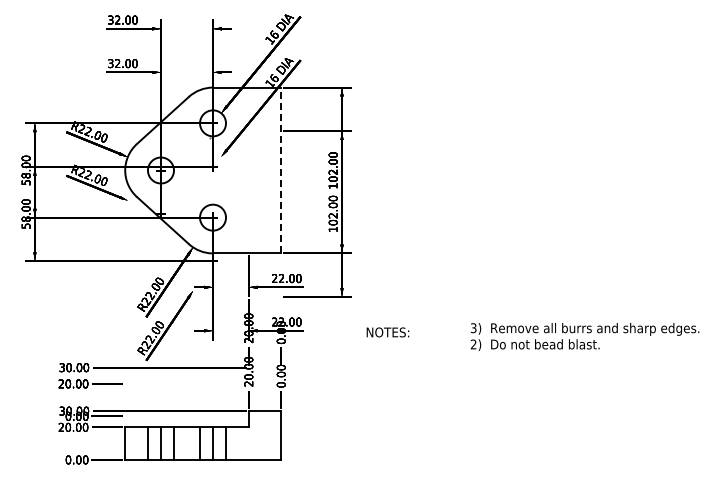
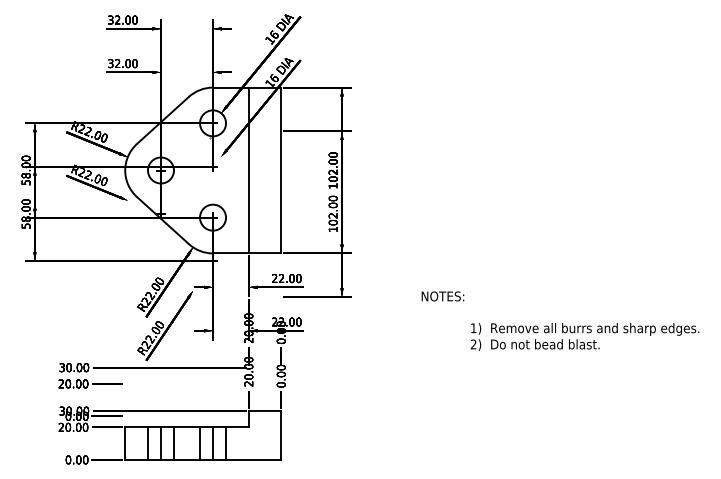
line at (248, 170): none -> present
line at (281, 170): dashed -> solid
text at (473, 328): 3) -> 1)
text at (387, 332) position: (387, 332) -> (442, 296)
